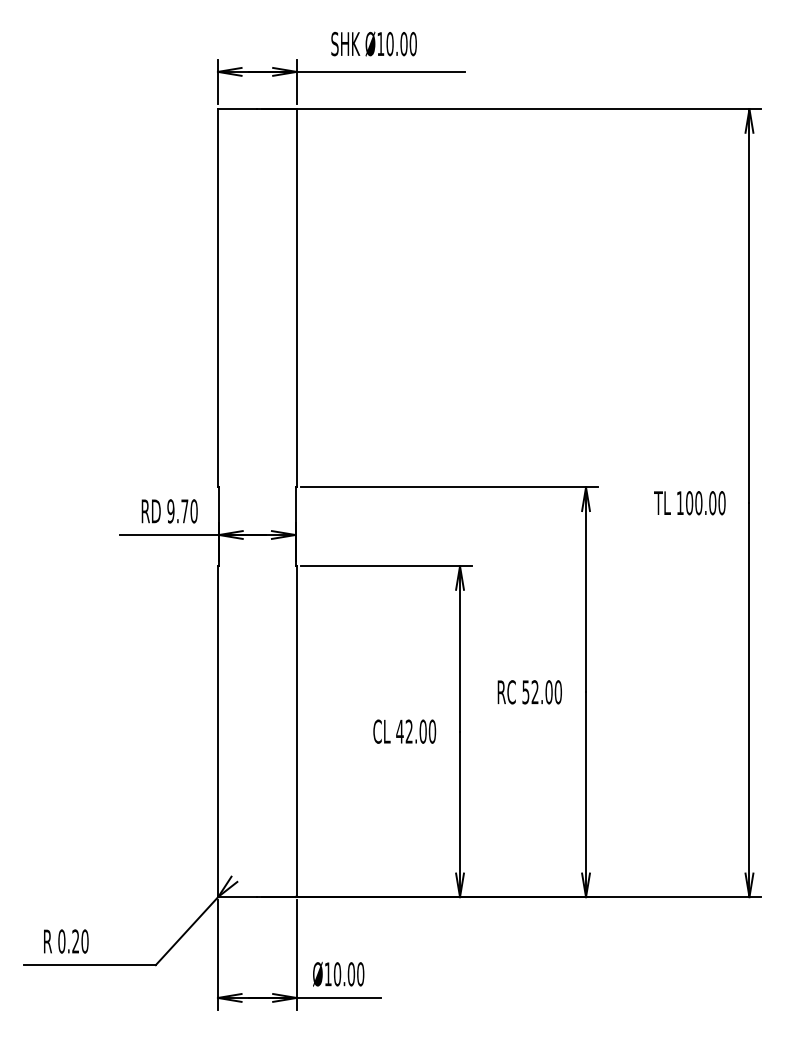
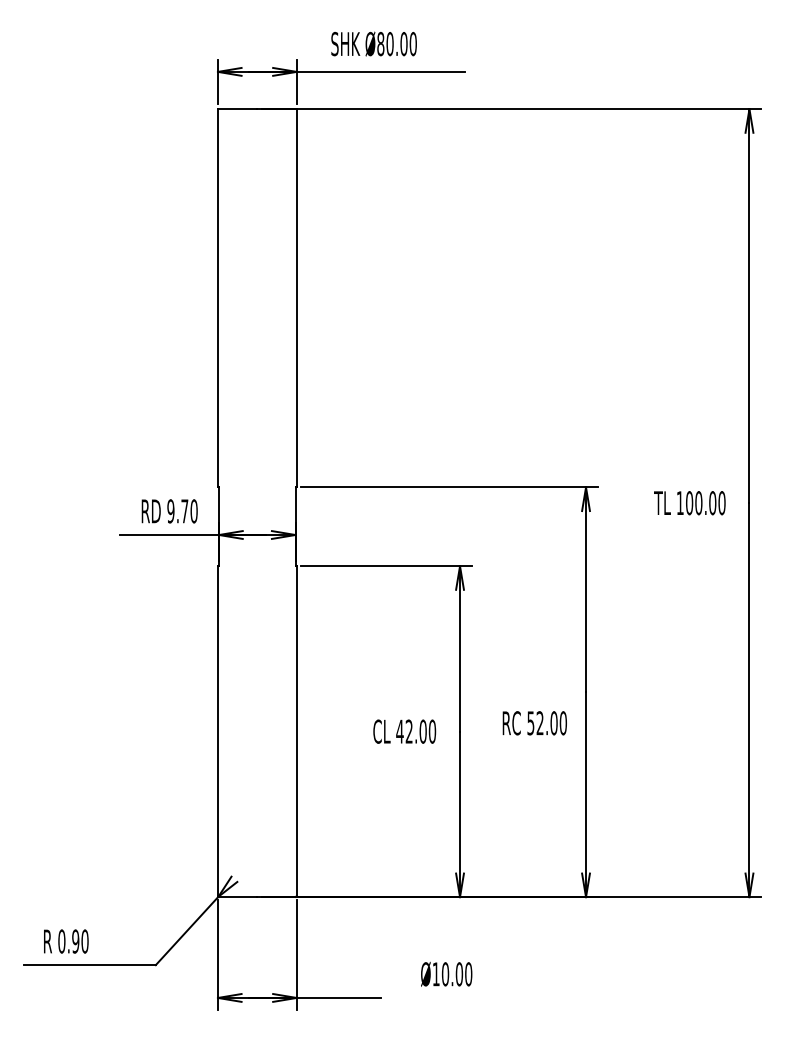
text at (380, 43): Ø10.00 -> Ø80.00
text at (529, 692) position: (529, 692) -> (534, 723)
text at (75, 941): 0.20 -> 0.90
text at (338, 973) position: (338, 973) -> (446, 973)
